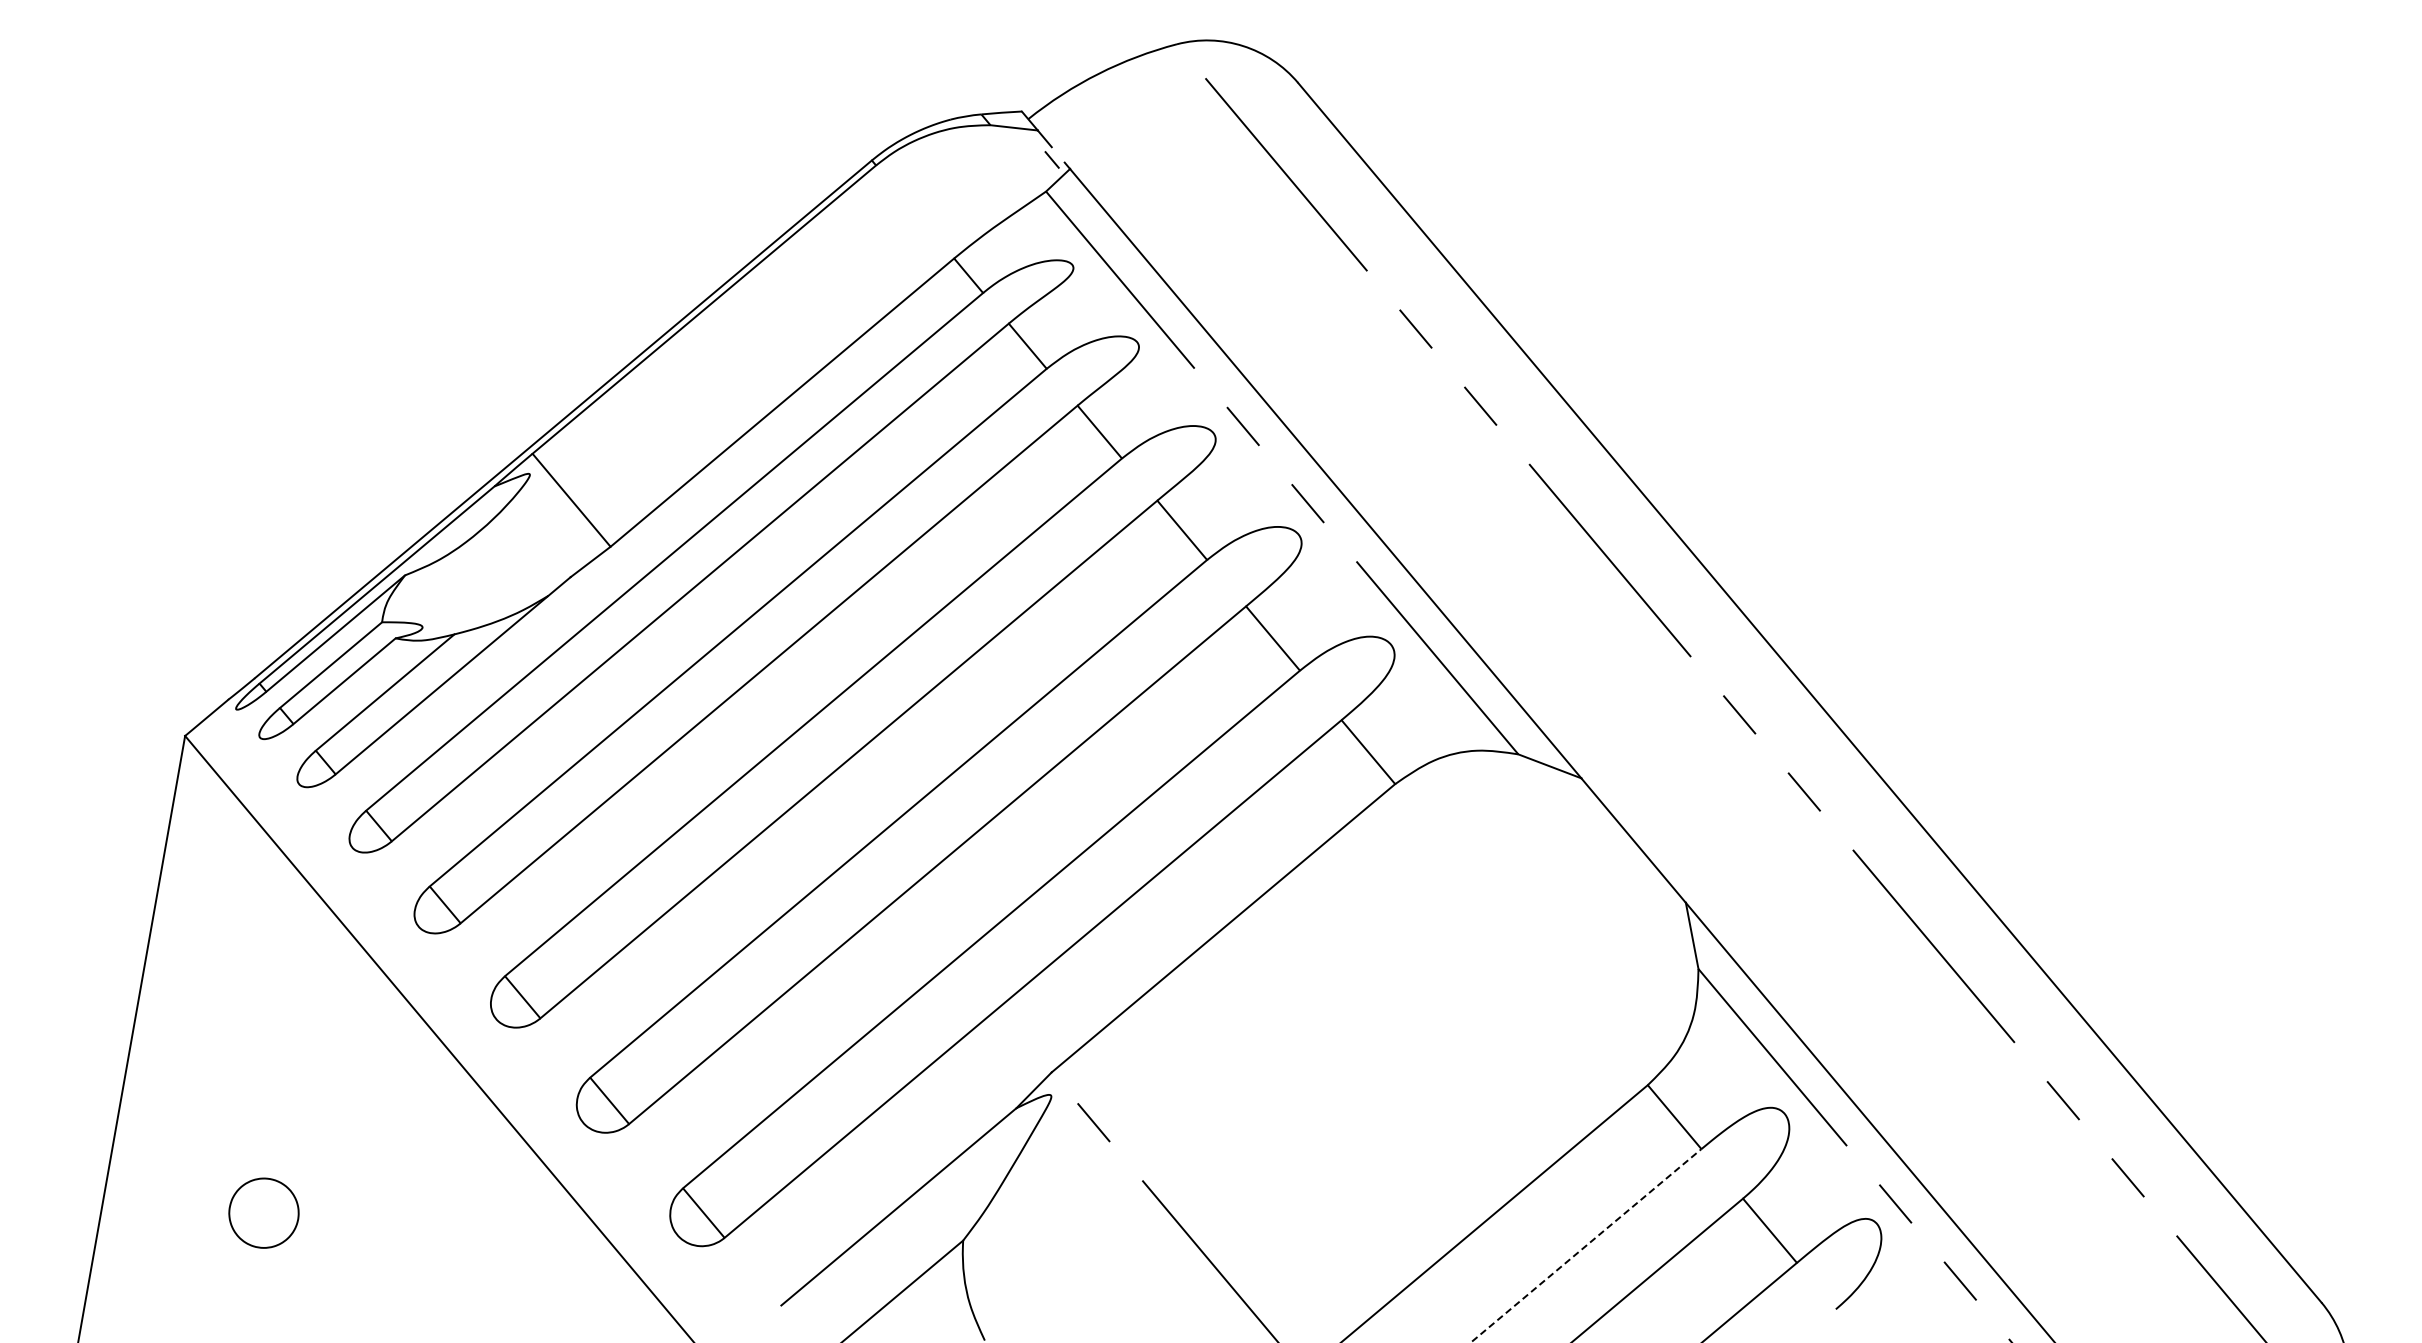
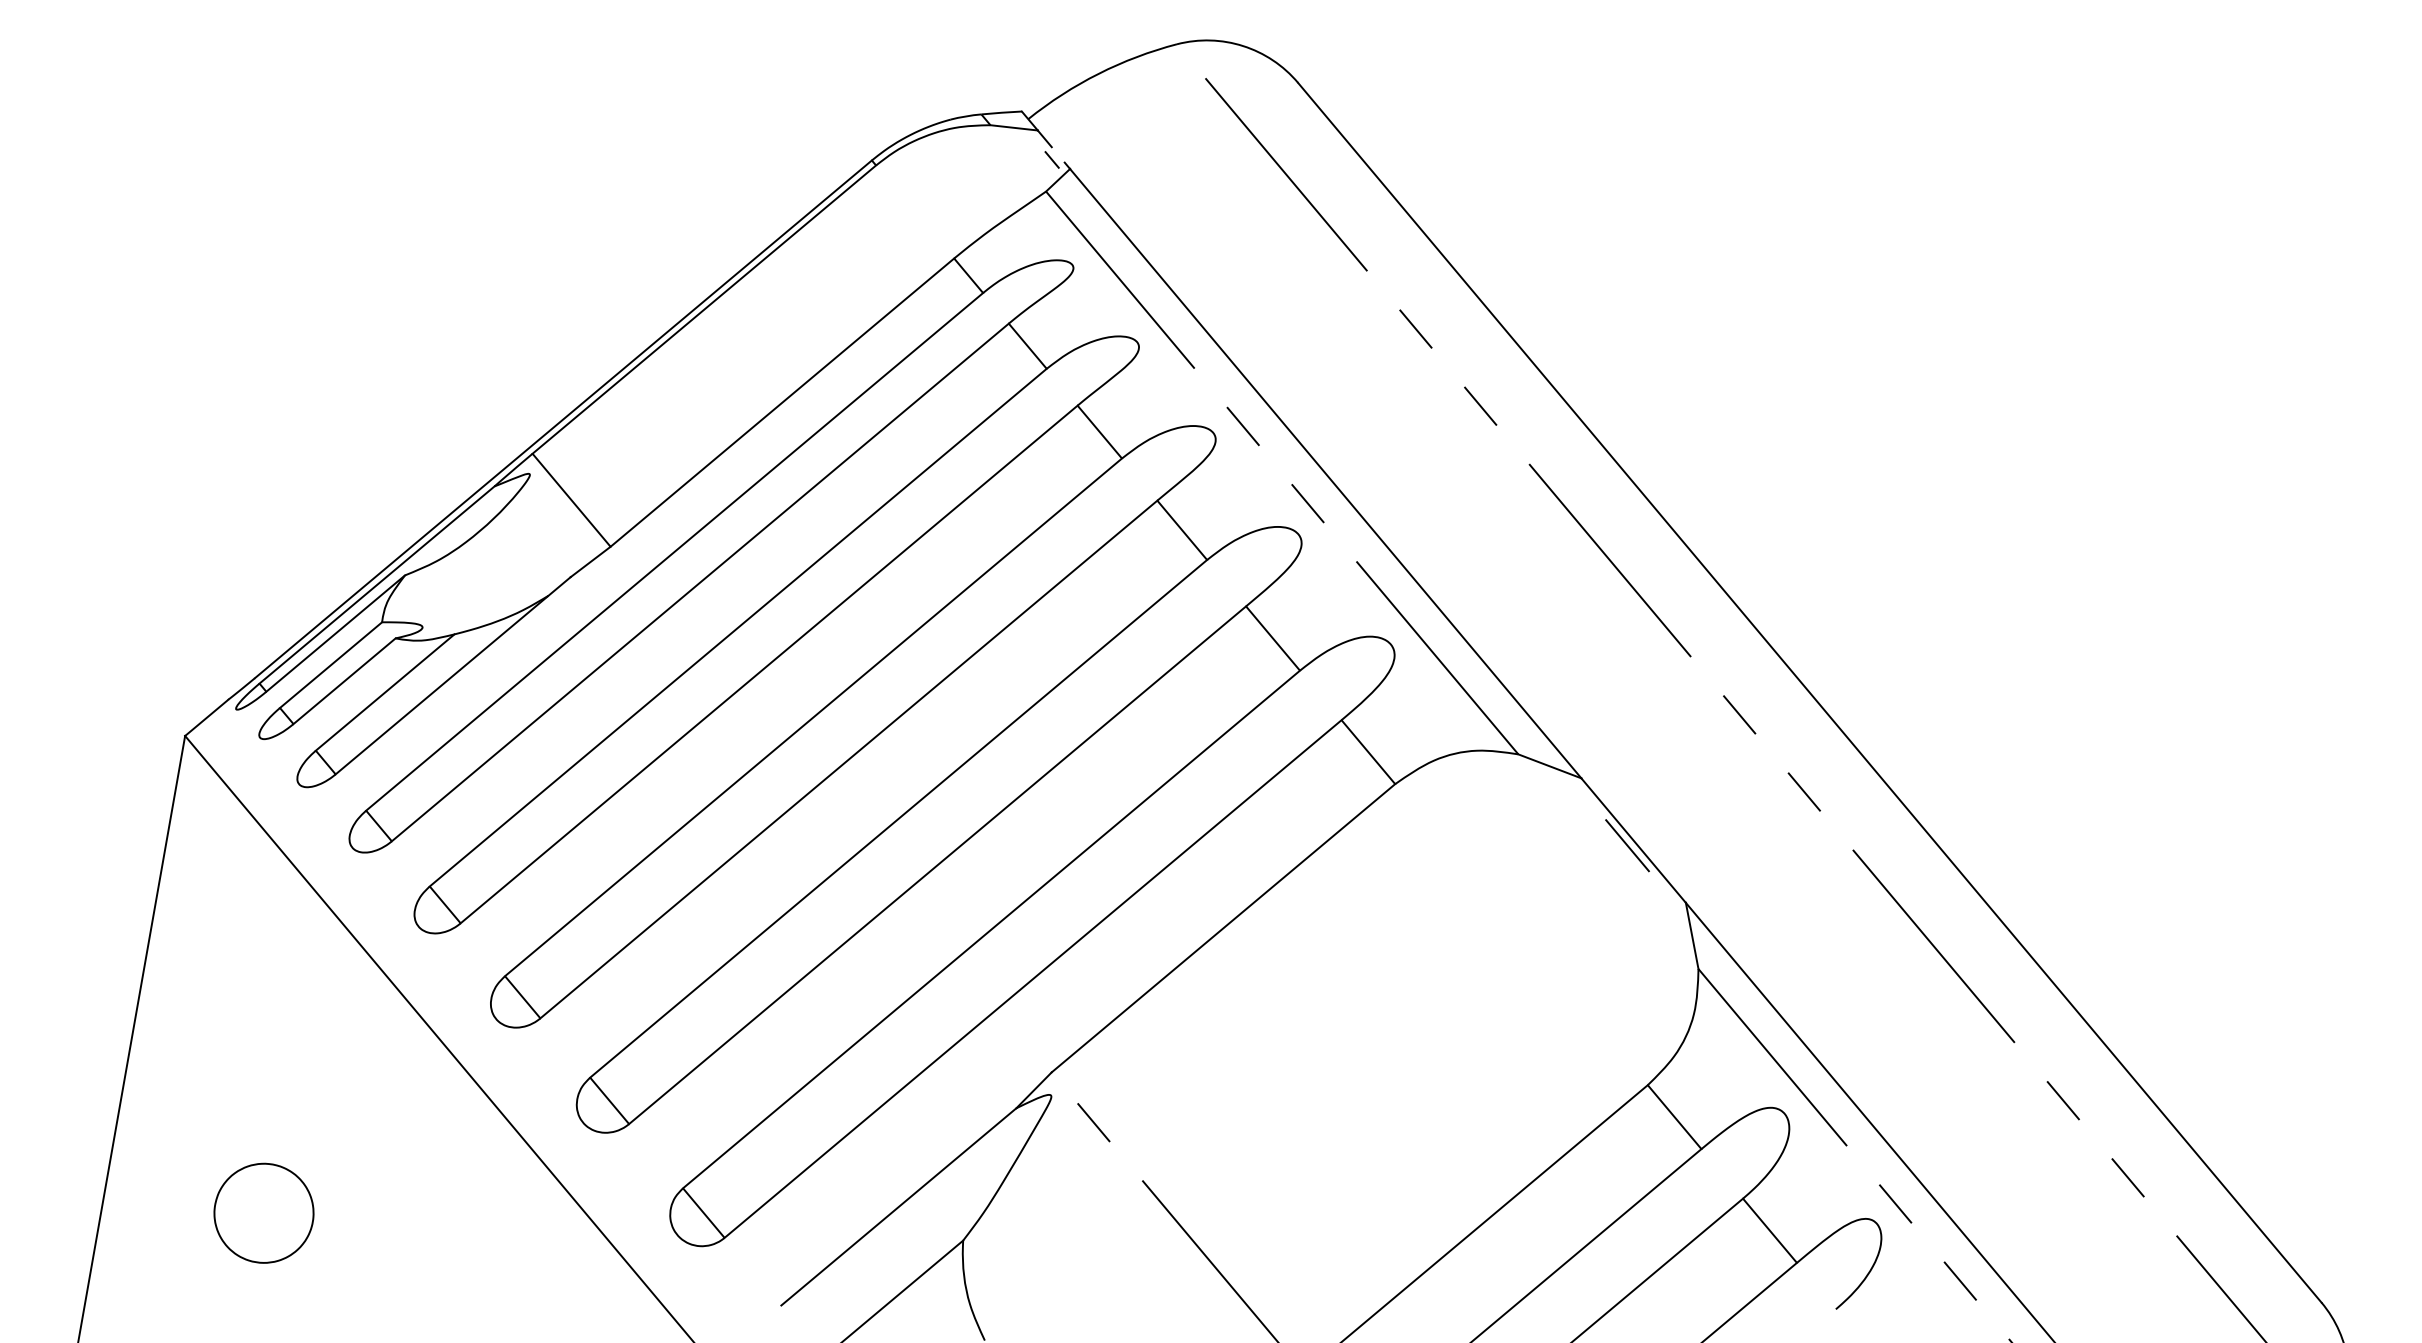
line at (1627, 845): none -> present
part at (263, 1212) size: 72x72 px -> 102x102 px
line at (1586, 1245): dashed -> solid
